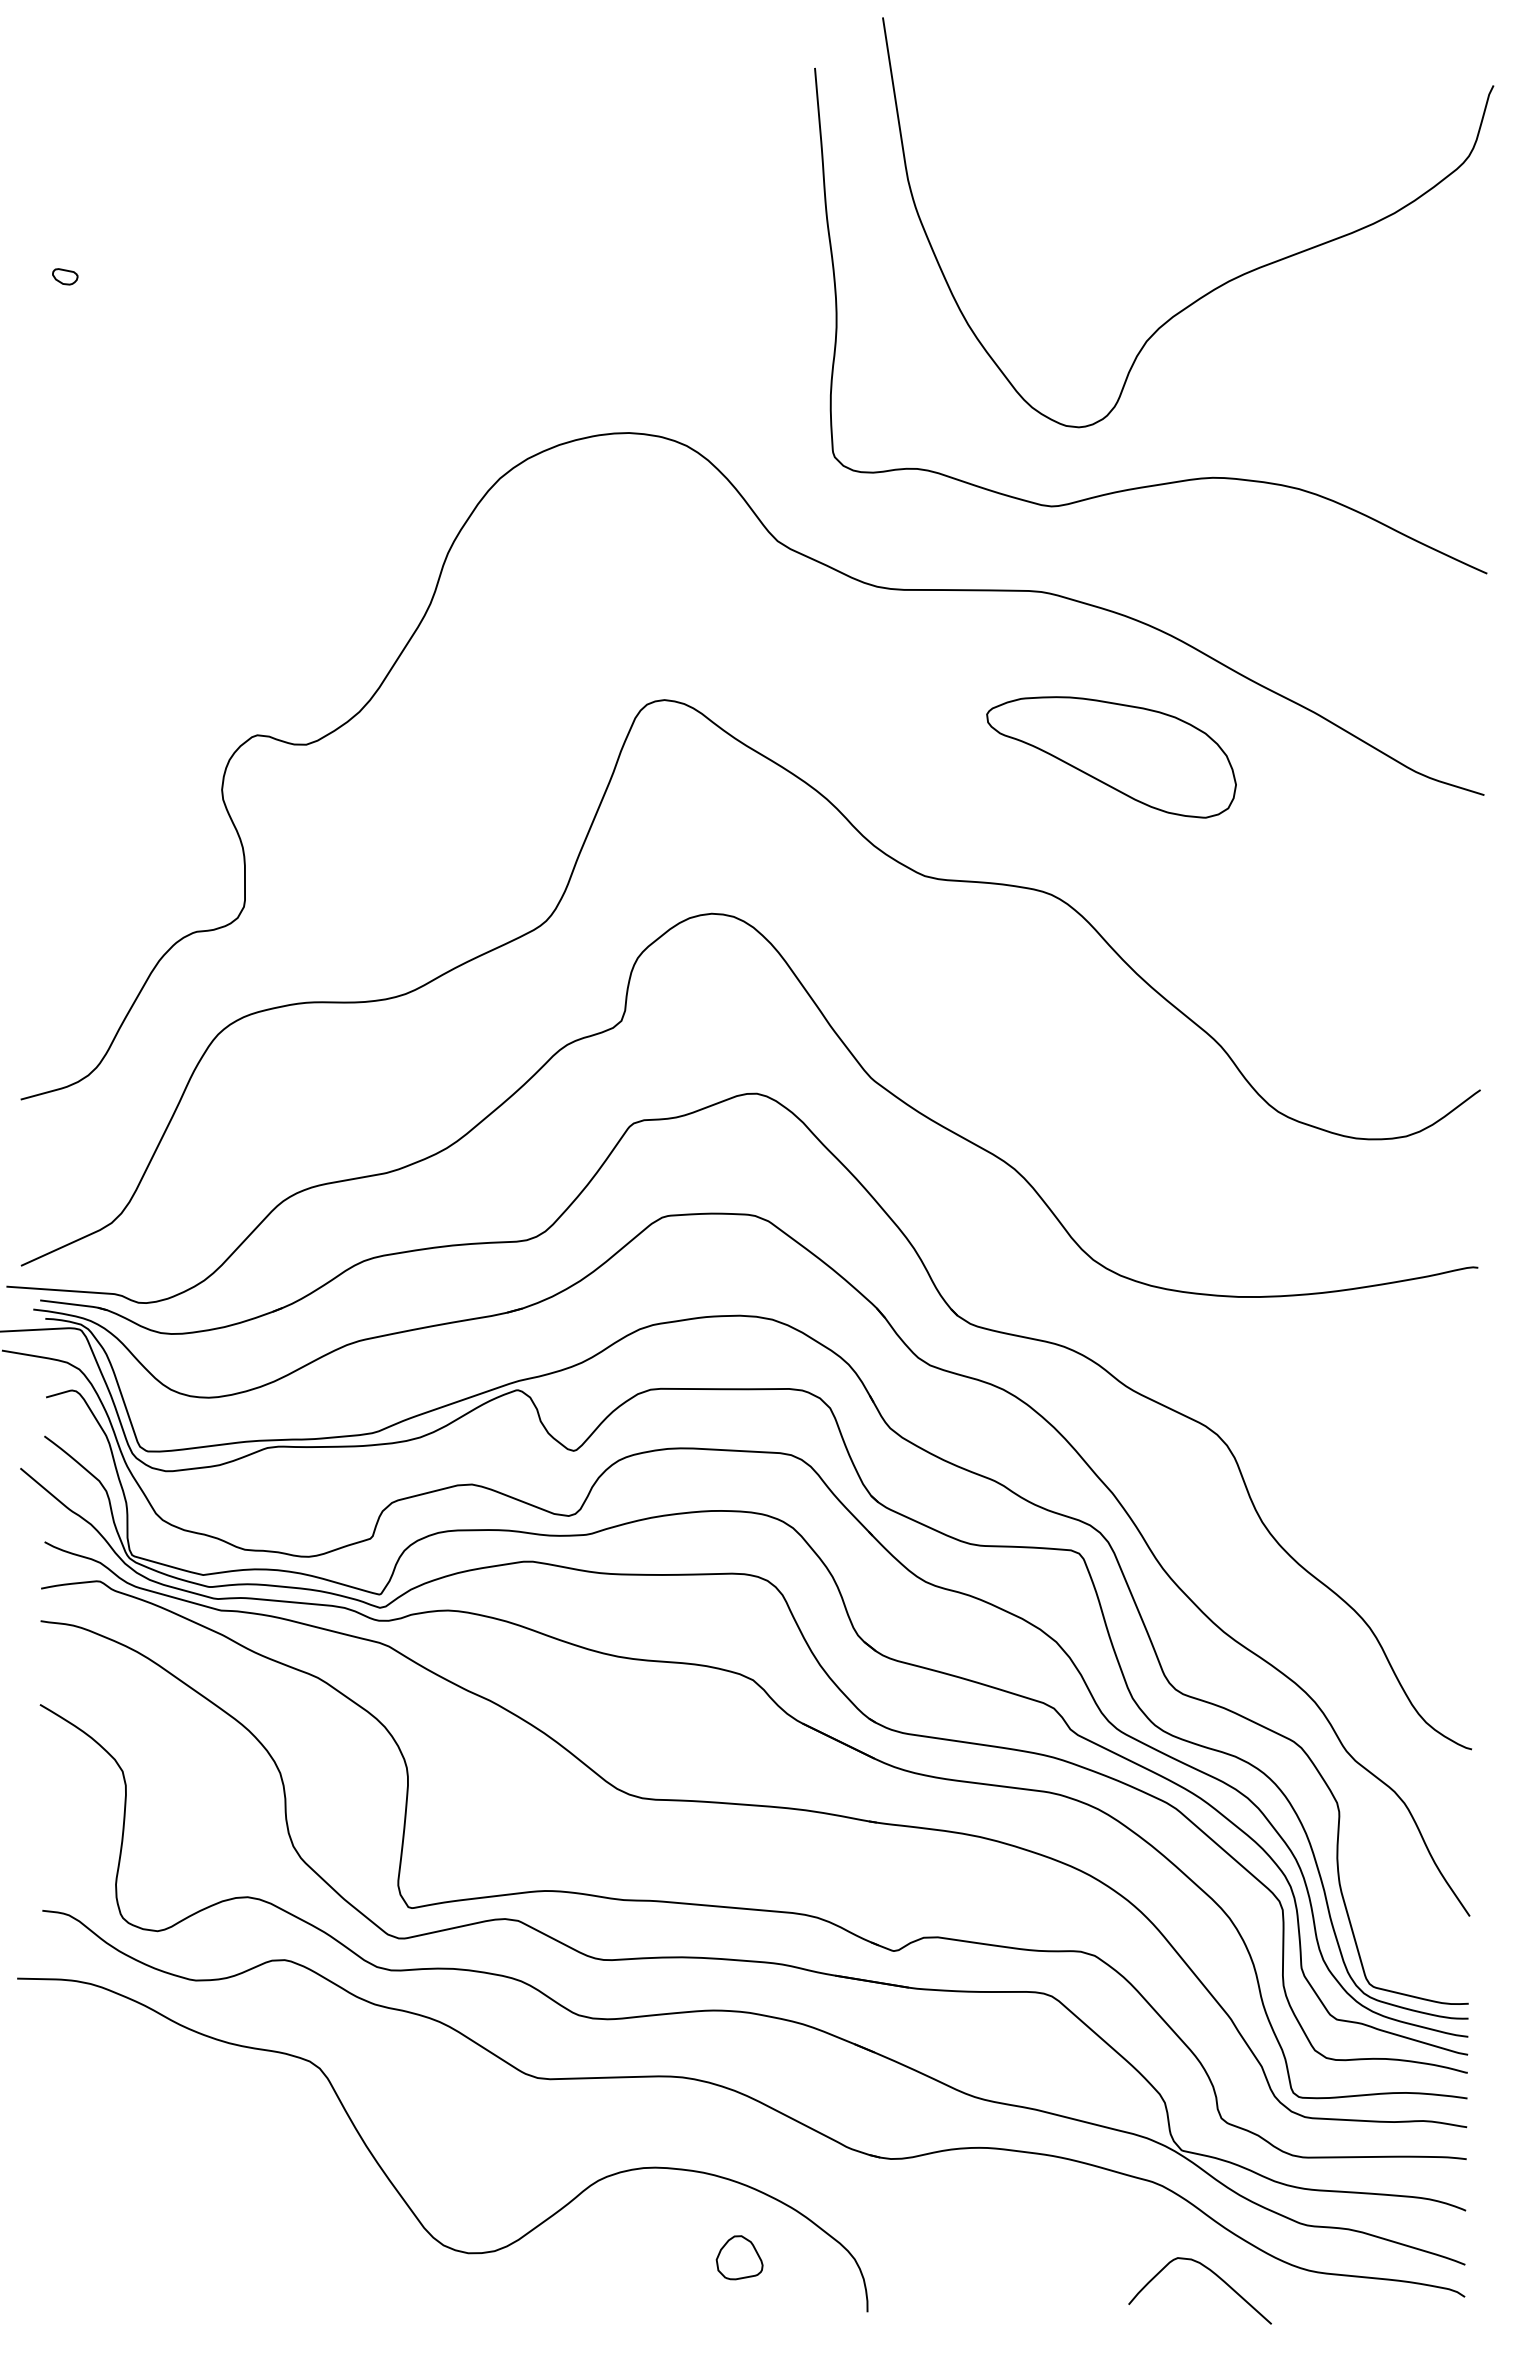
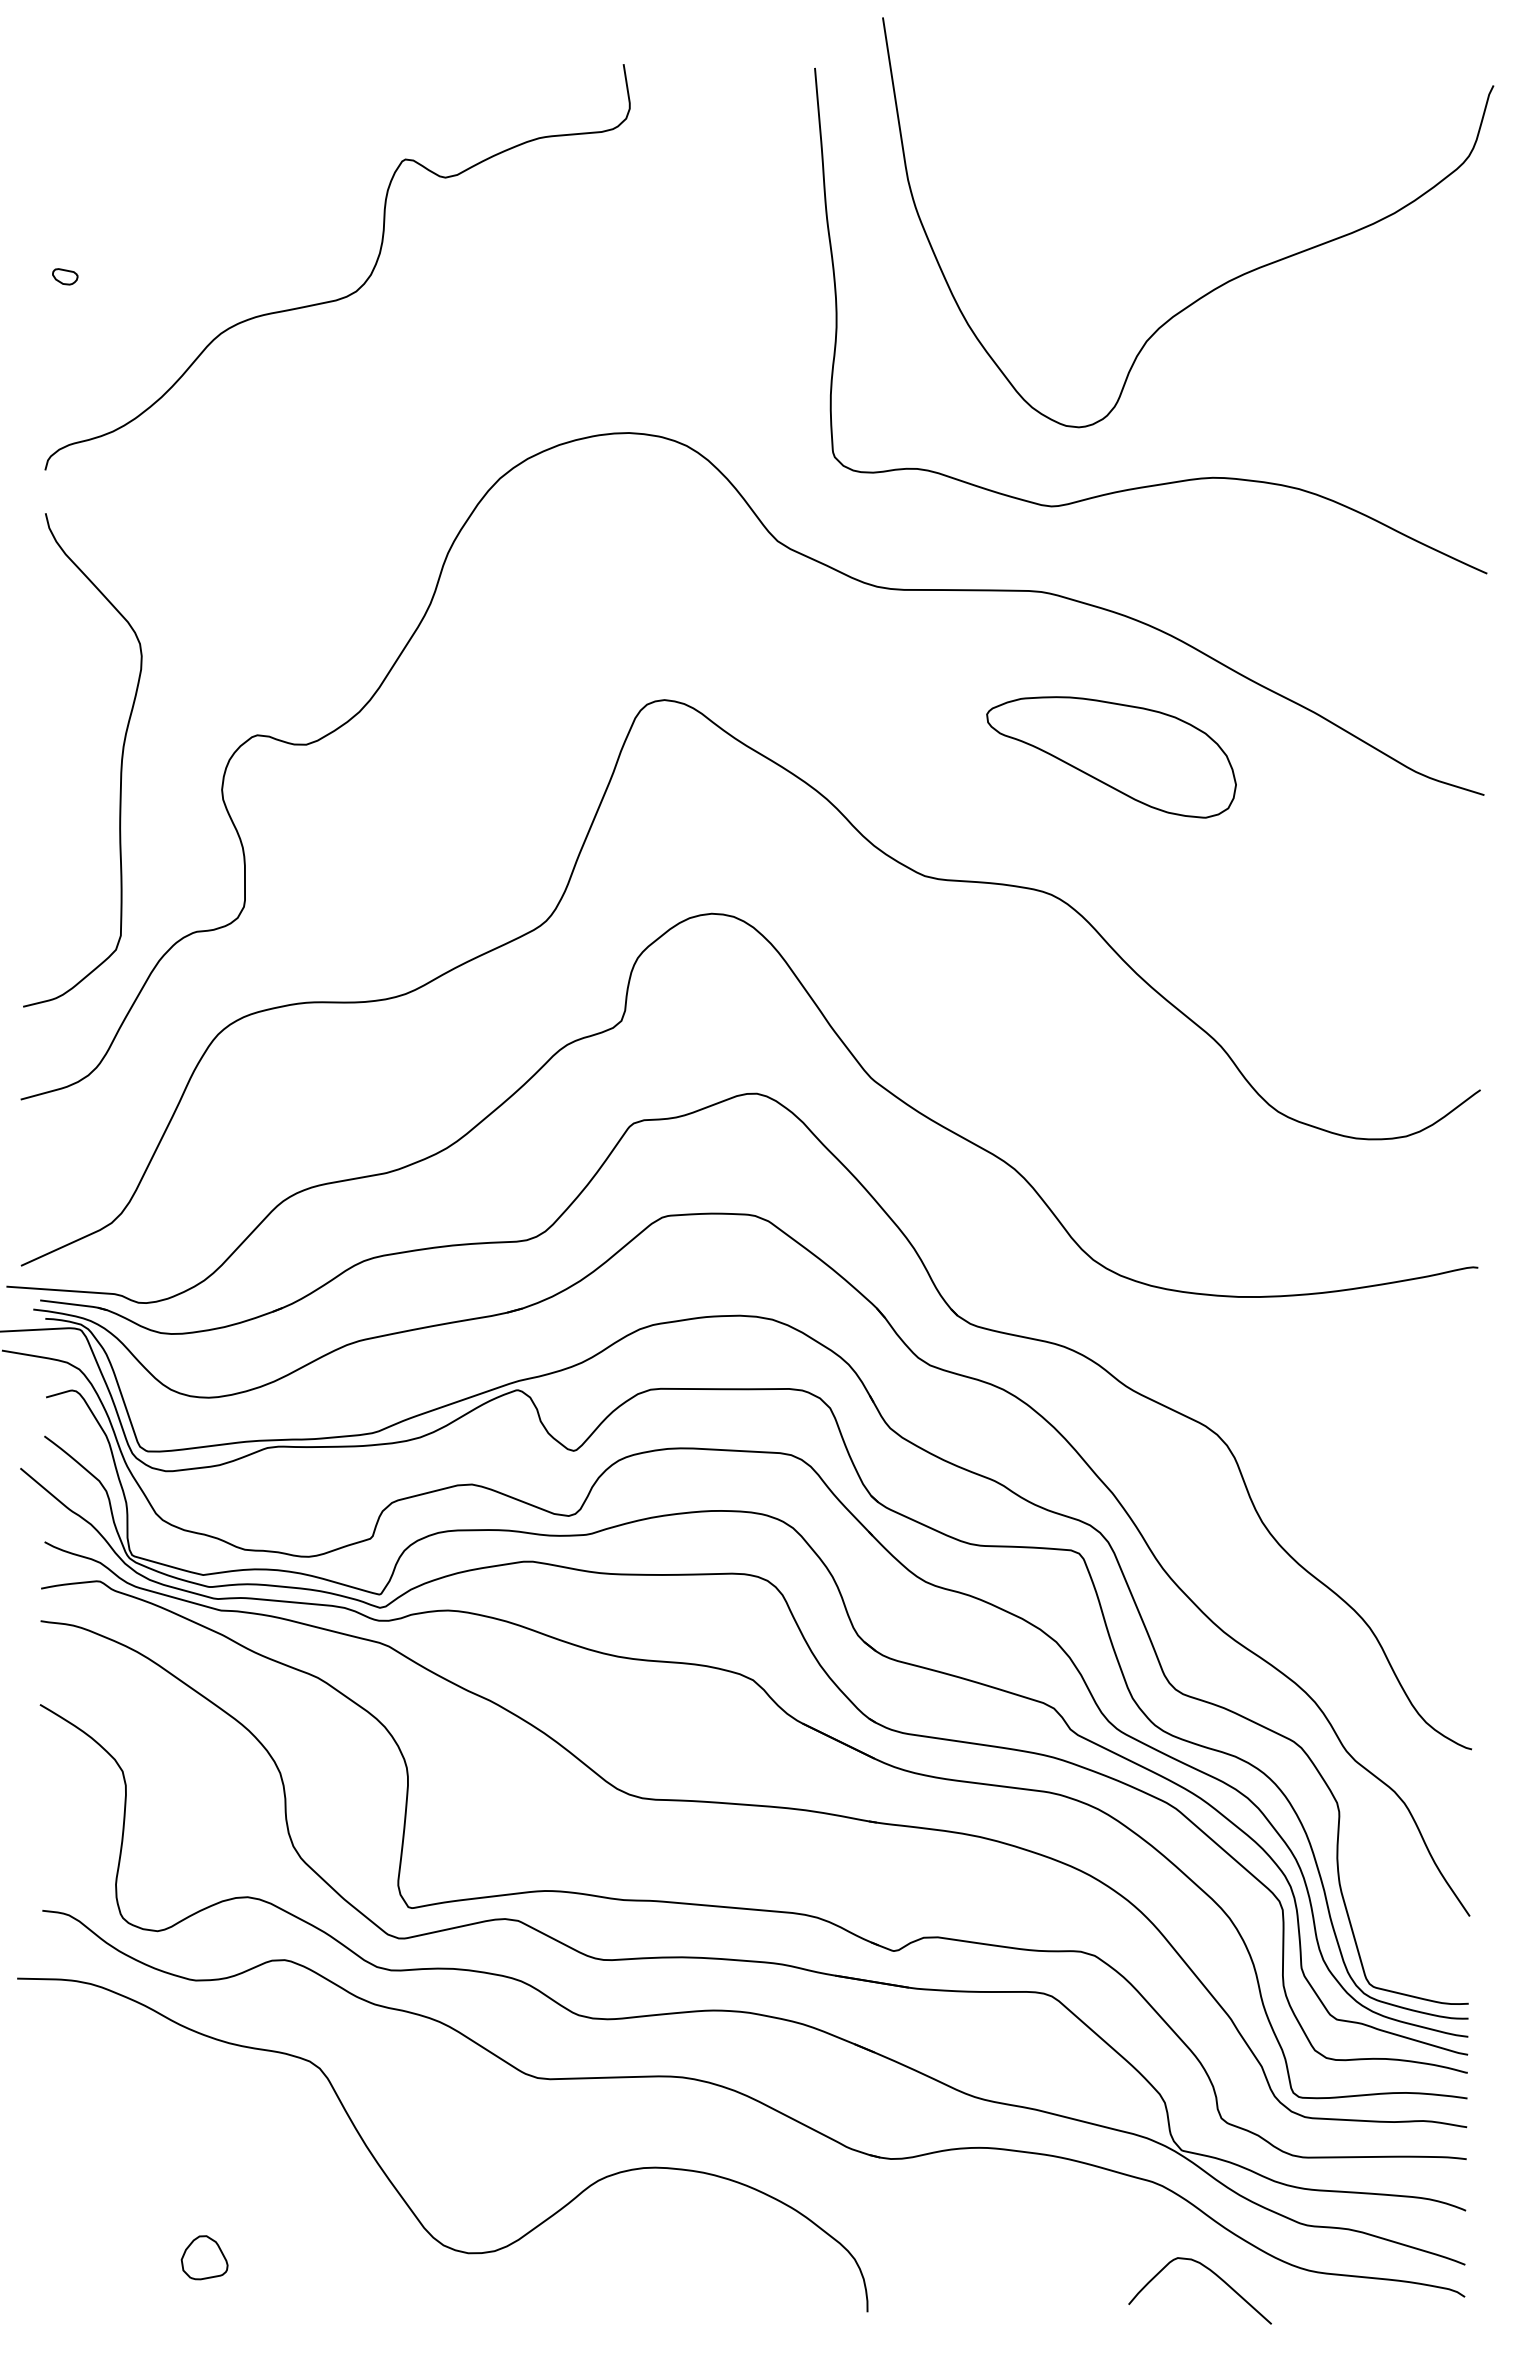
curve at (356, 289): none -> present
curve at (120, 764): none -> present
part at (739, 2257) position: (739, 2257) -> (204, 2257)
